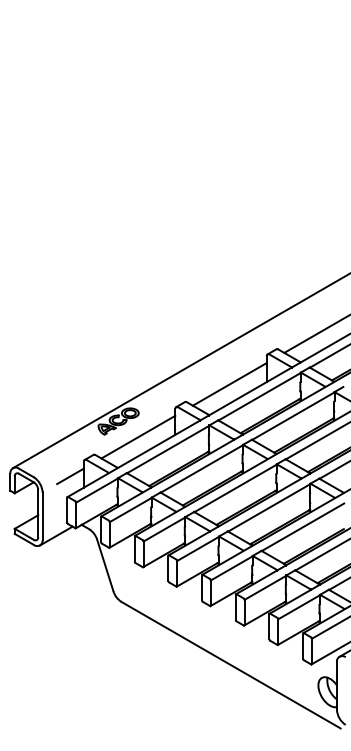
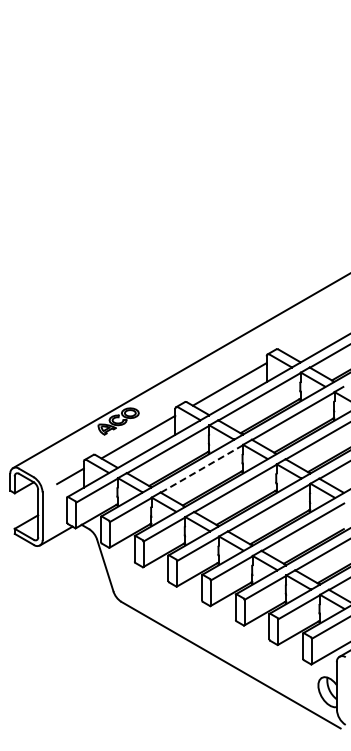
line at (315, 334): present -> none
line at (201, 468): solid -> dashed
